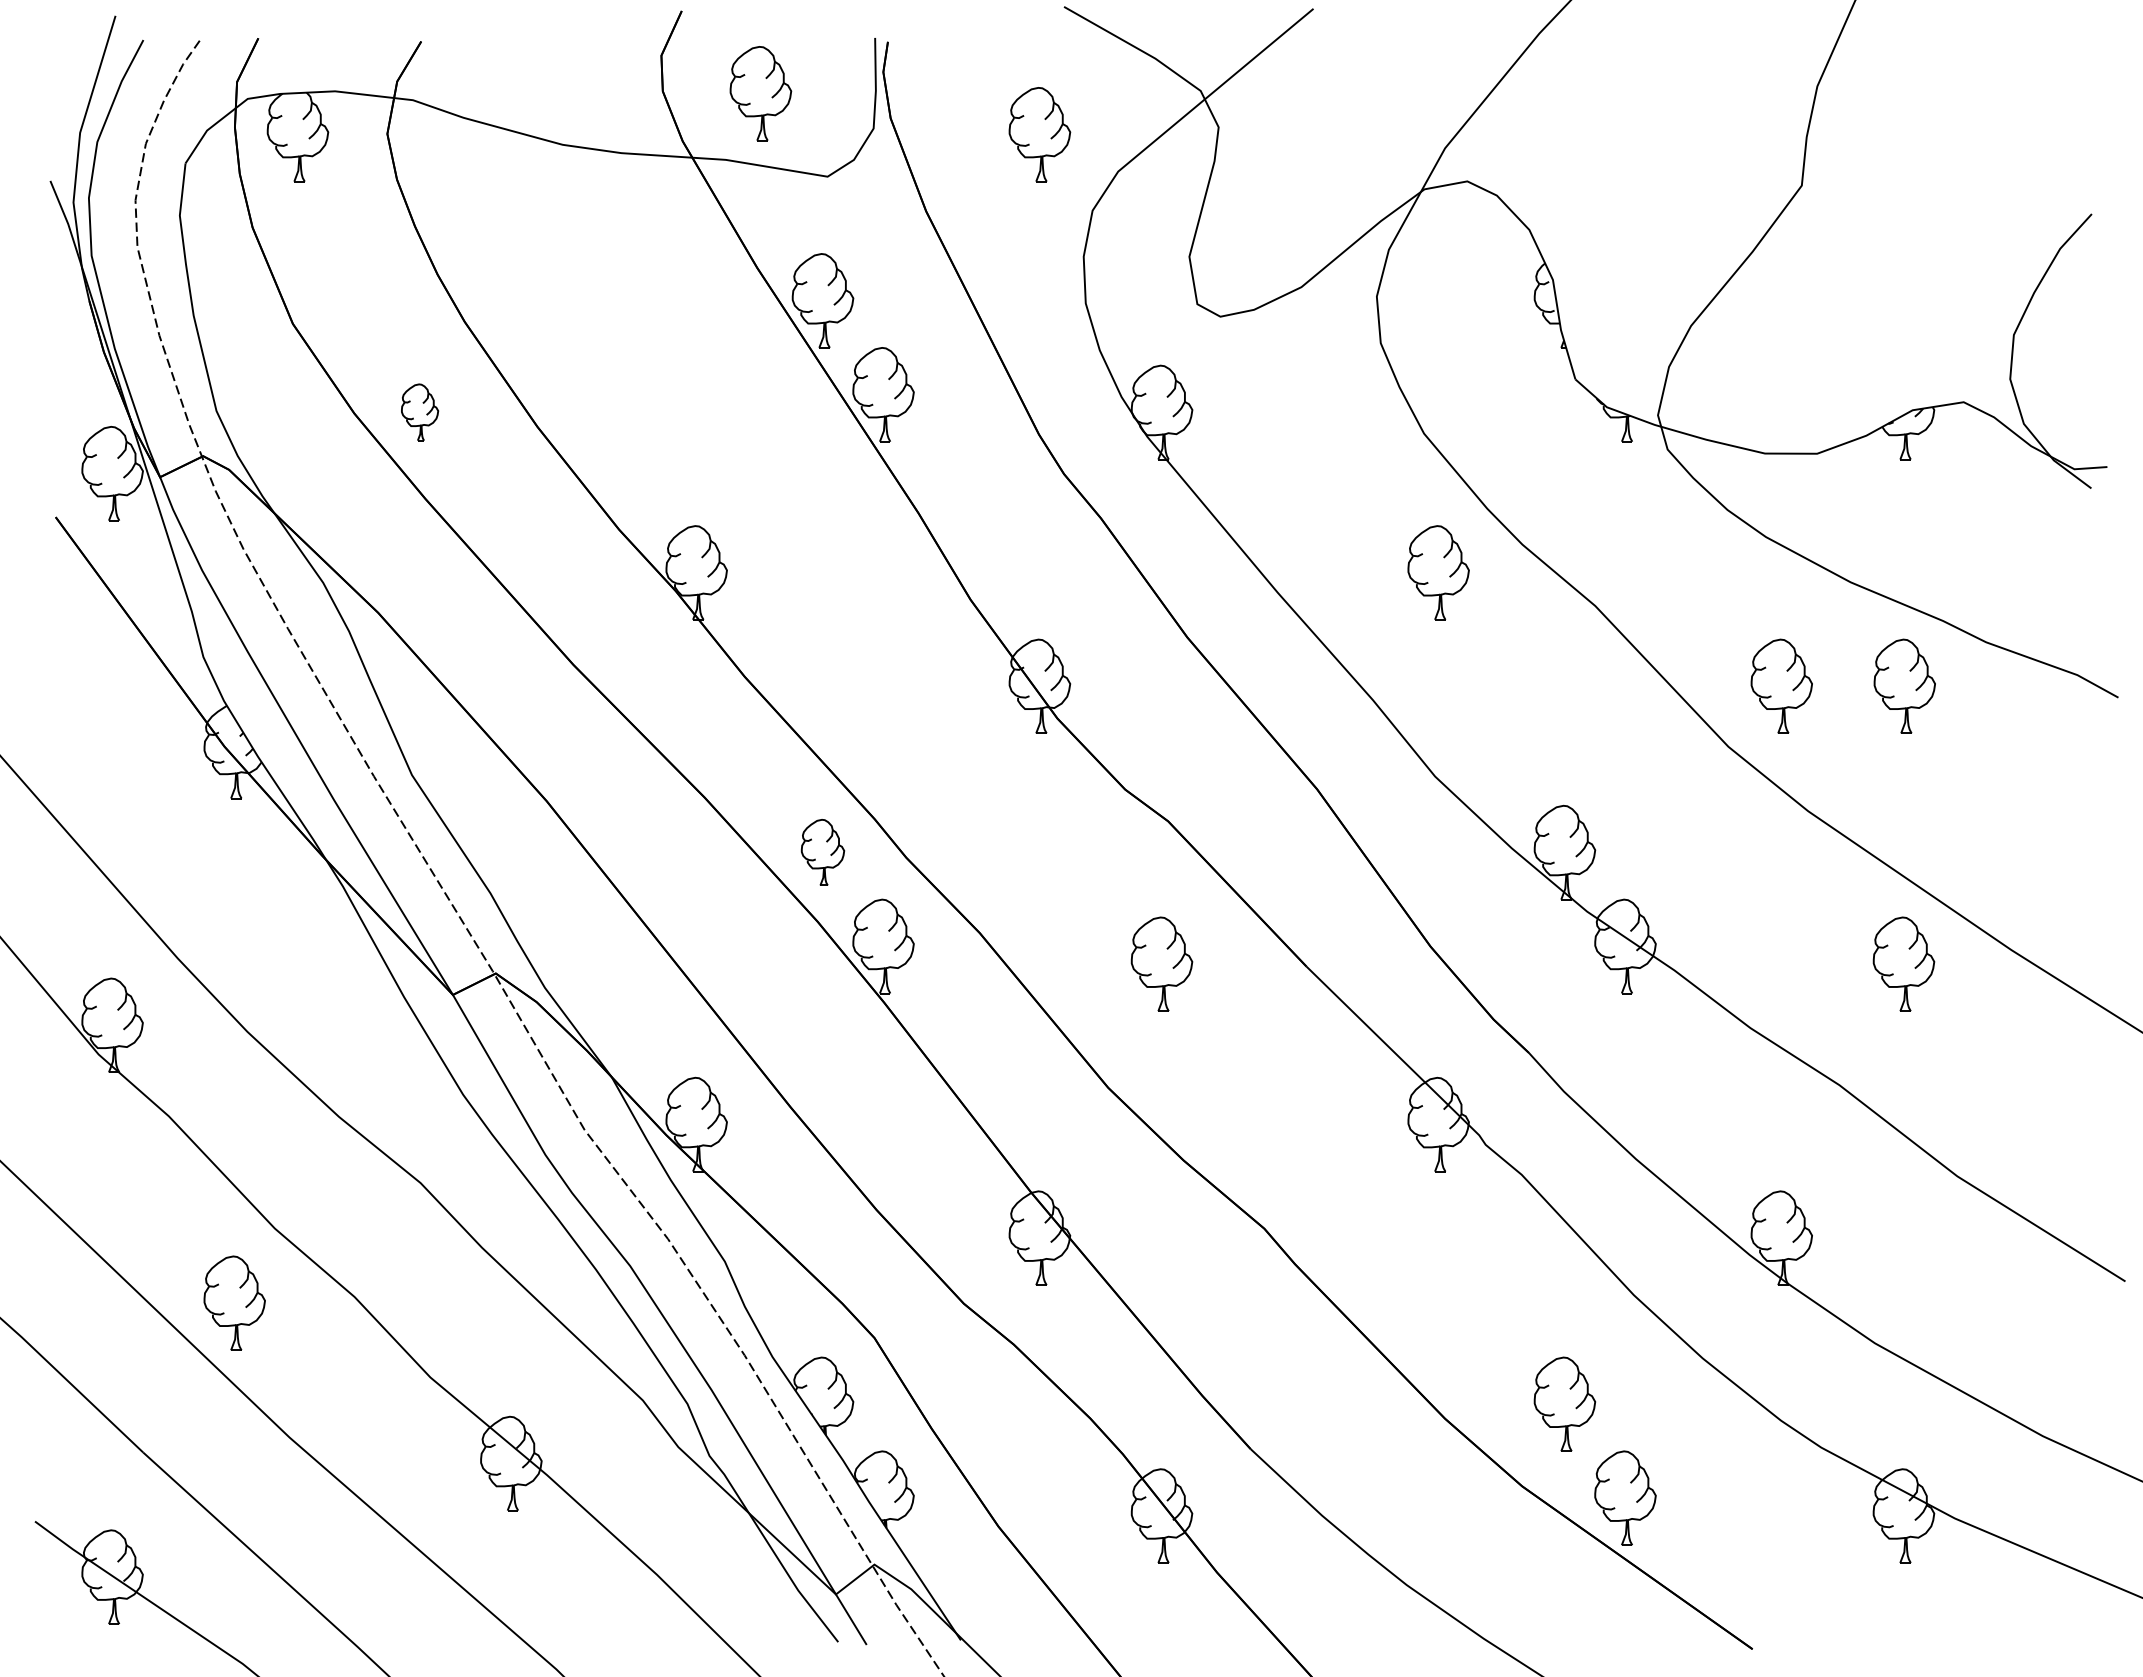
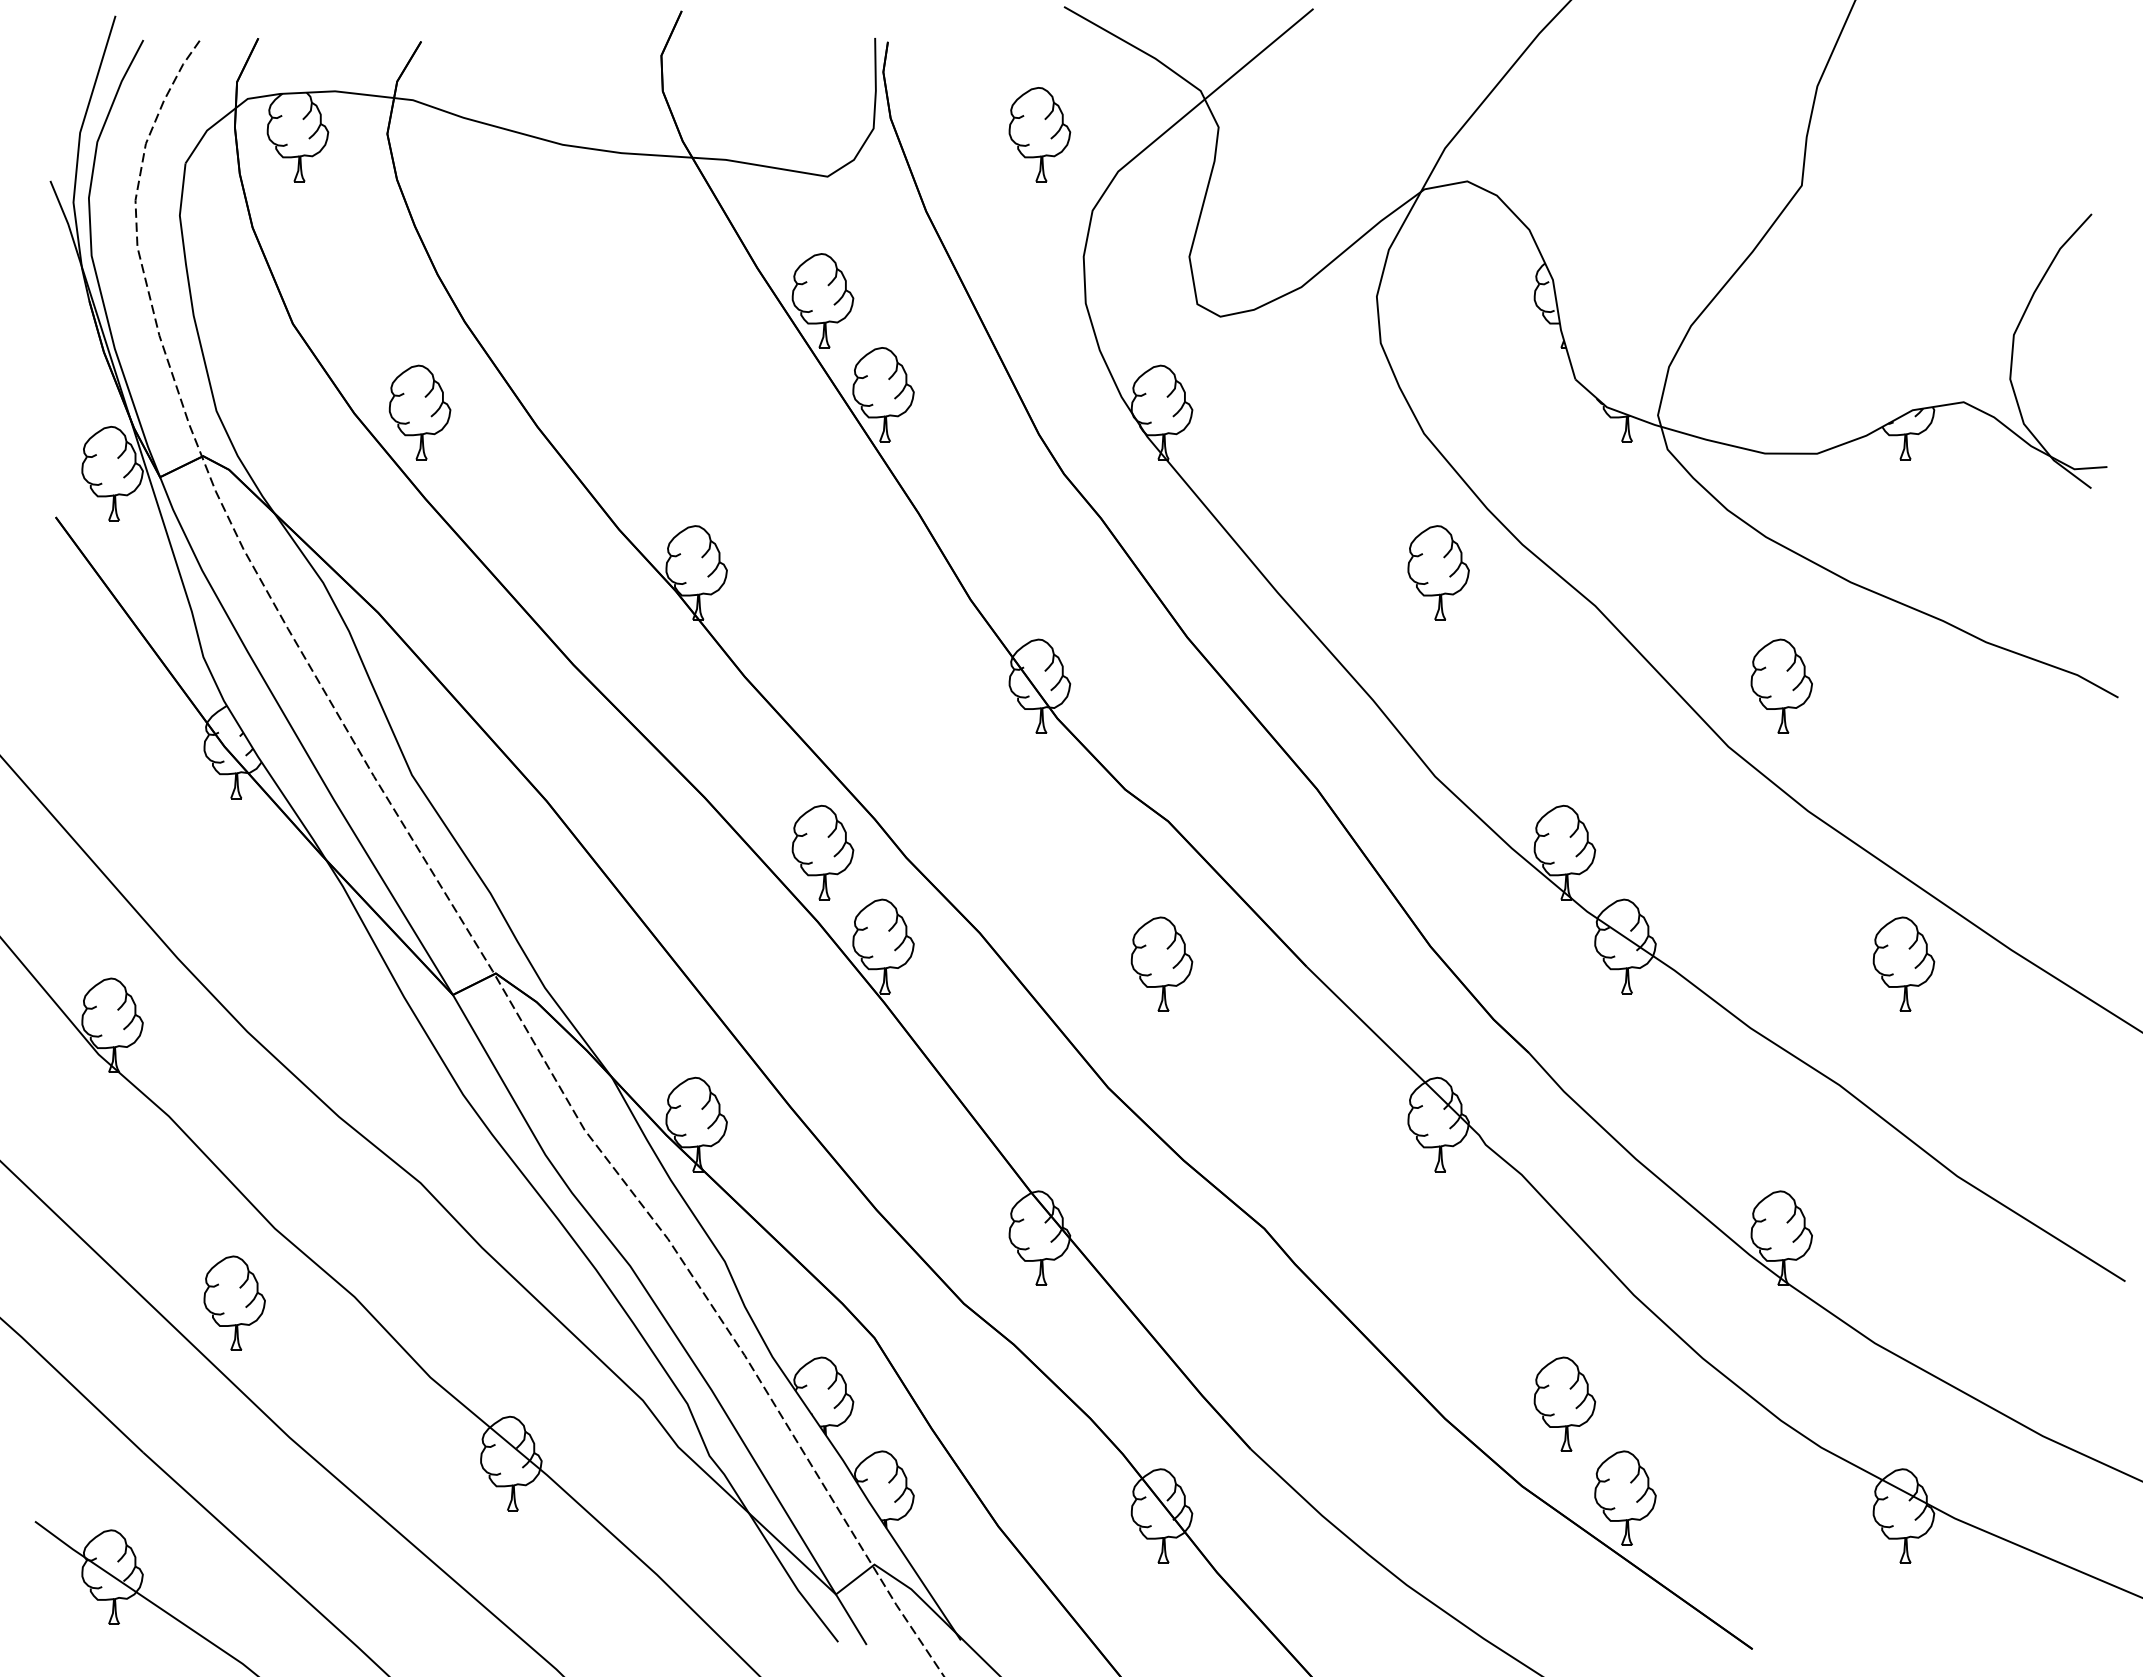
part at (760, 93): present -> none
part at (420, 412) size: 39x59 px -> 64x97 px
part at (1904, 685): present -> none
part at (822, 852) size: 46x67 px -> 64x97 px
